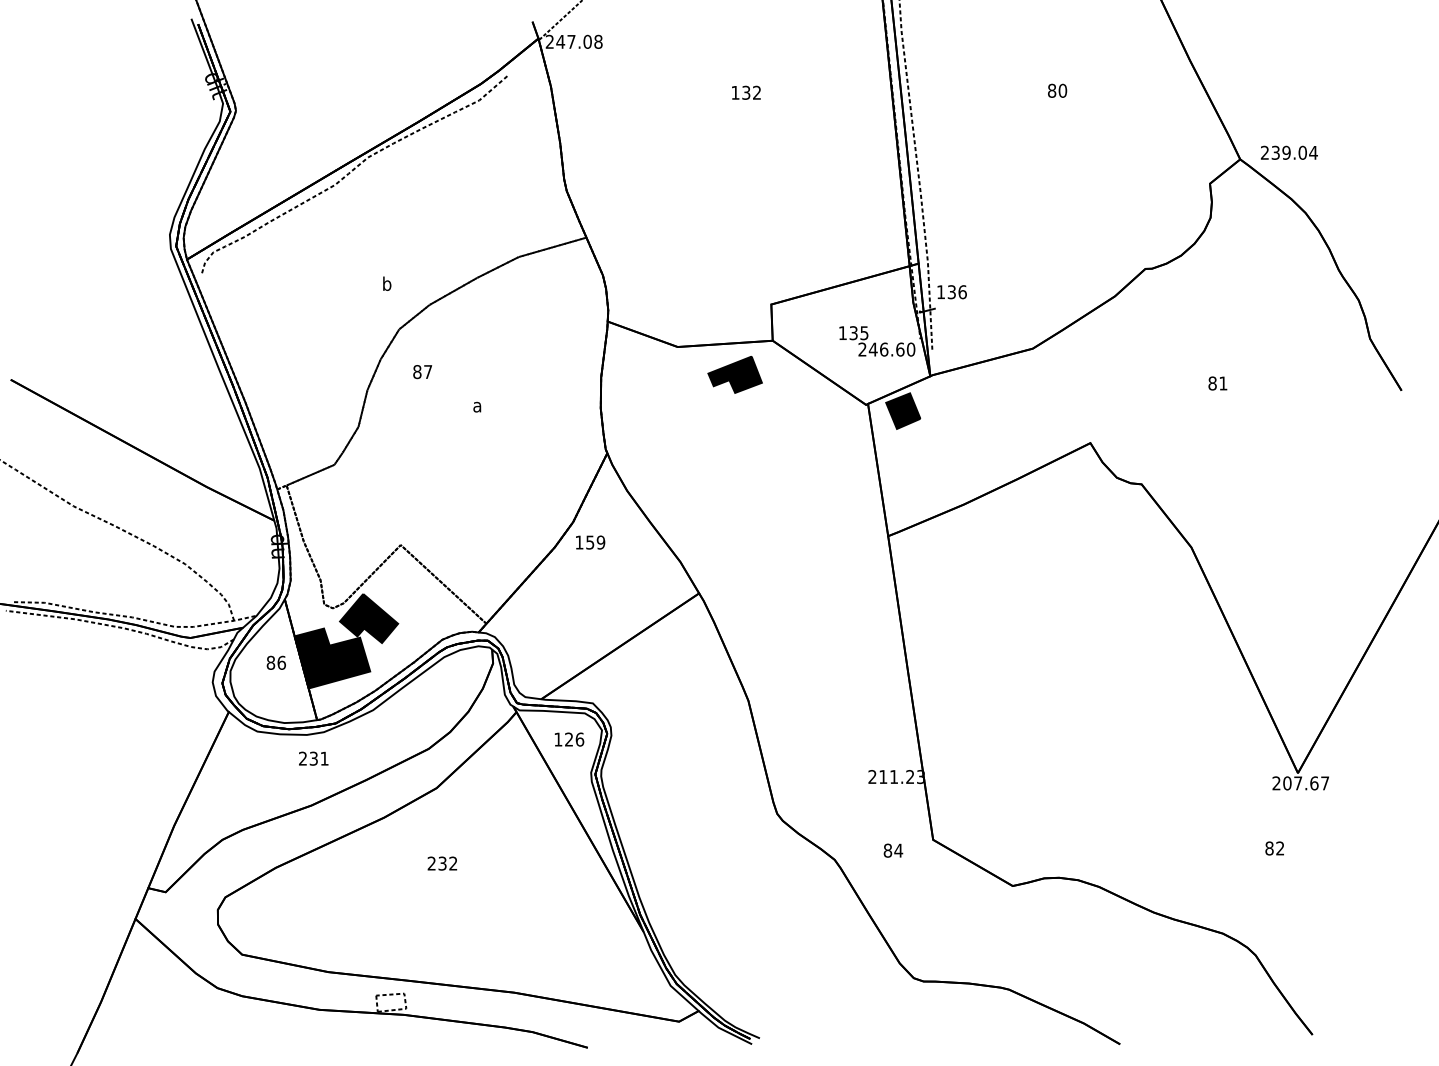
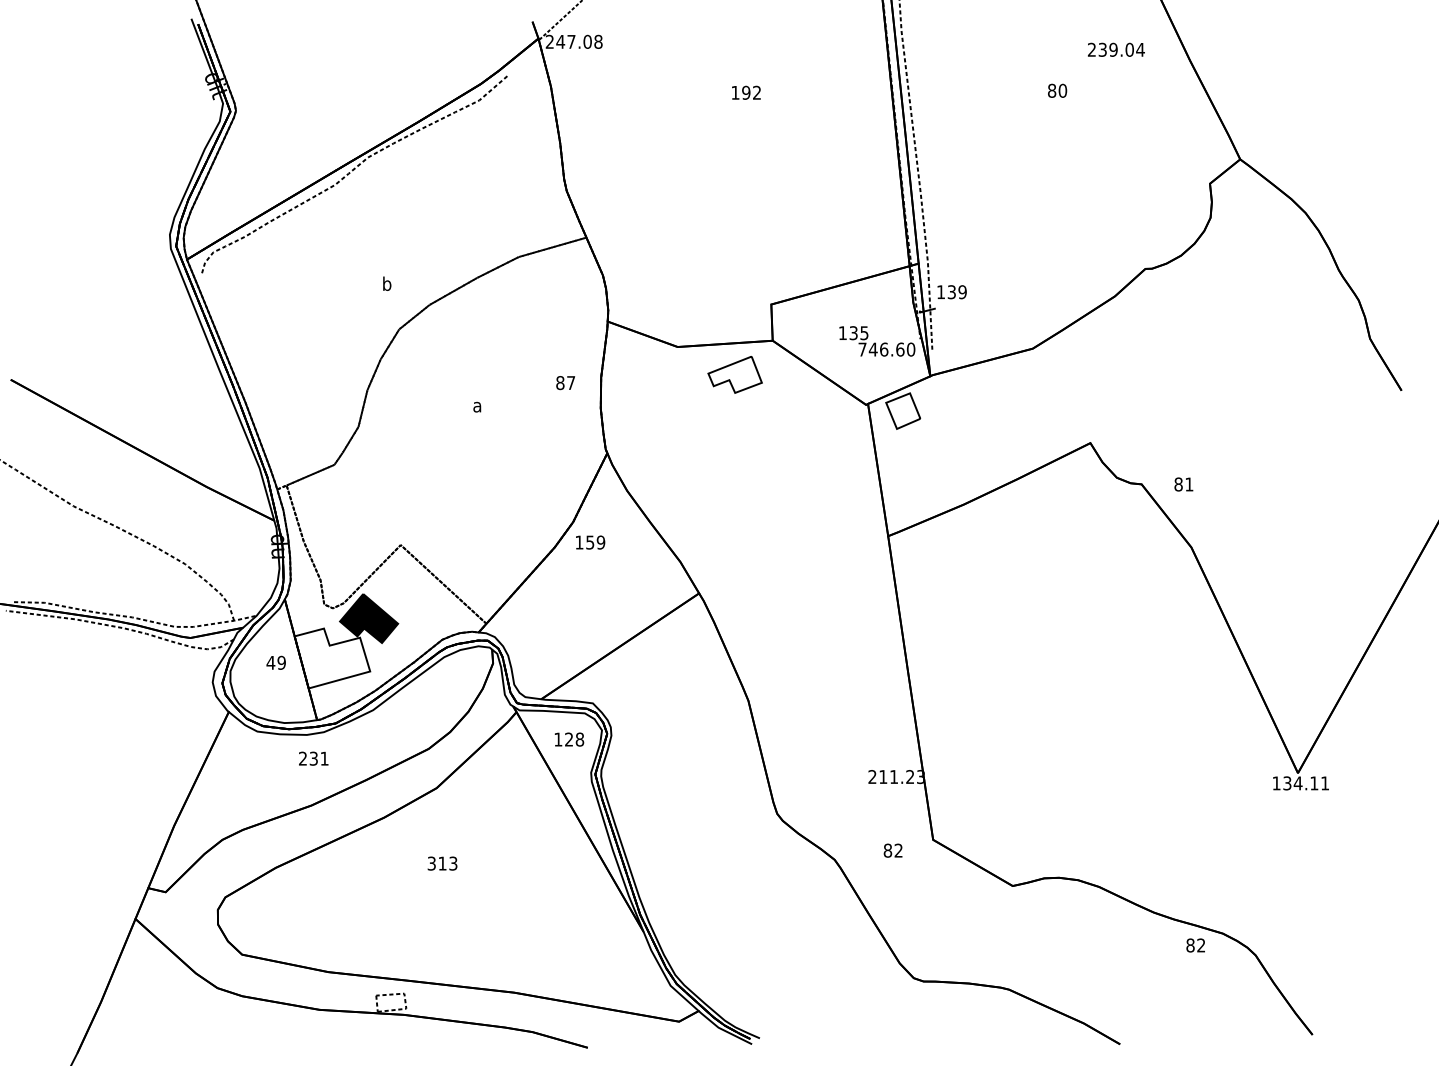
text at (746, 92): 132 -> 192
text at (1289, 152) position: (1289, 152) -> (1116, 49)
text at (962, 292): 136 -> 139
text at (862, 349): 246.60 -> 746.60
text at (422, 372) position: (422, 372) -> (565, 383)
fill at (734, 374): present -> none
text at (1217, 383) position: (1217, 383) -> (1183, 484)
fill at (903, 410): present -> none
fill at (332, 658): present -> none
text at (275, 662): 86 -> 49
text at (579, 739): 126 -> 128
text at (1300, 783): 207.67 -> 134.11
text at (1274, 848) position: (1274, 848) -> (1195, 945)
text at (898, 850): 84 -> 82
text at (442, 863): 232 -> 313
